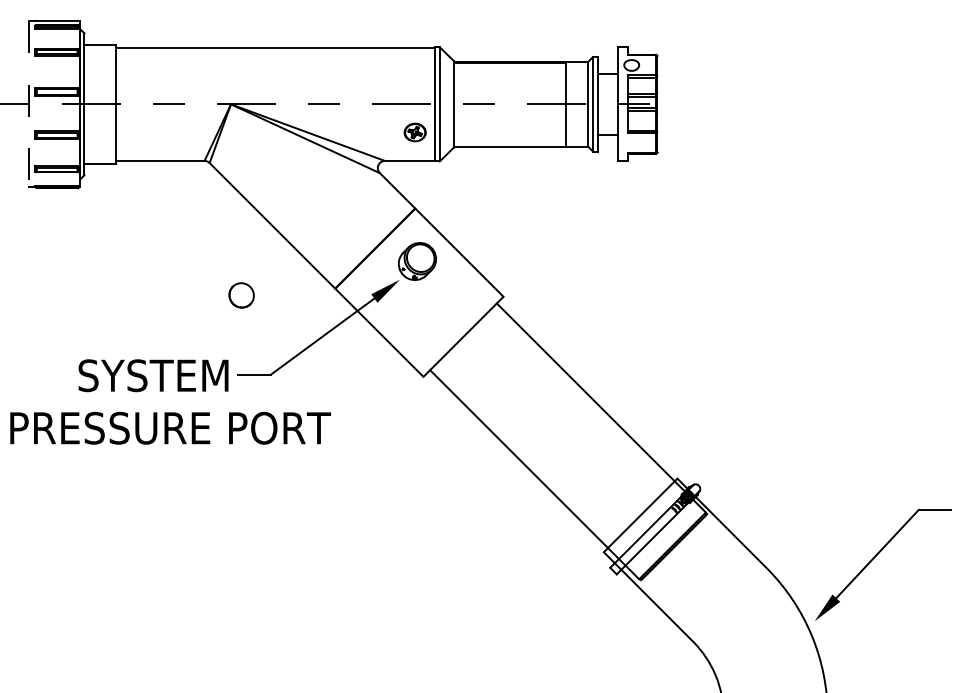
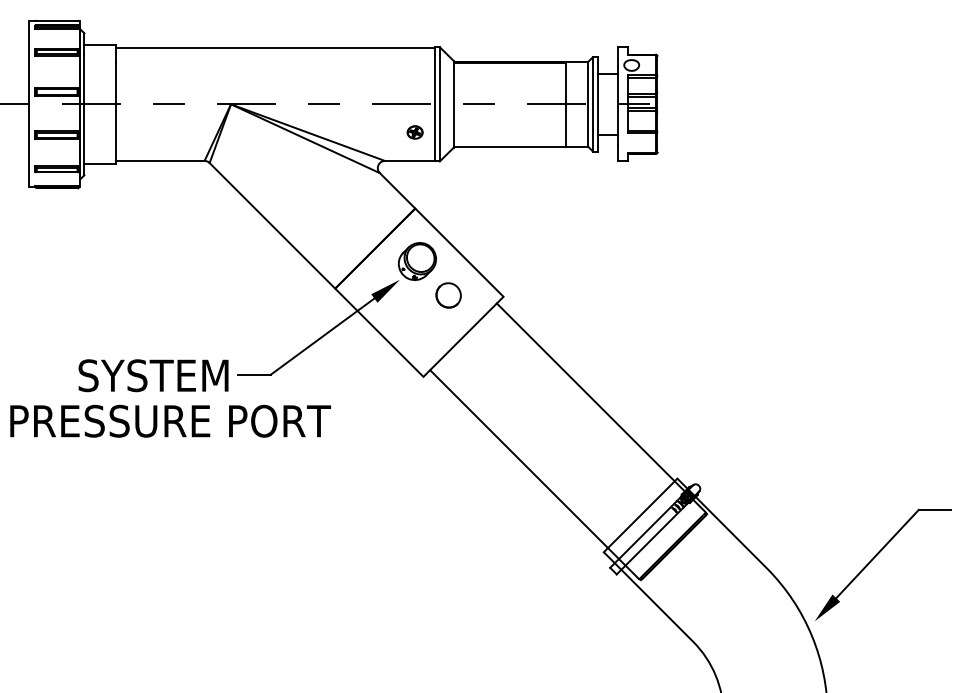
line at (29, 104): dashed -> solid
part at (414, 132) size: 24x21 px -> 18x15 px
part at (241, 295) position: (241, 295) -> (448, 295)
text at (170, 427) position: (170, 427) -> (170, 420)
